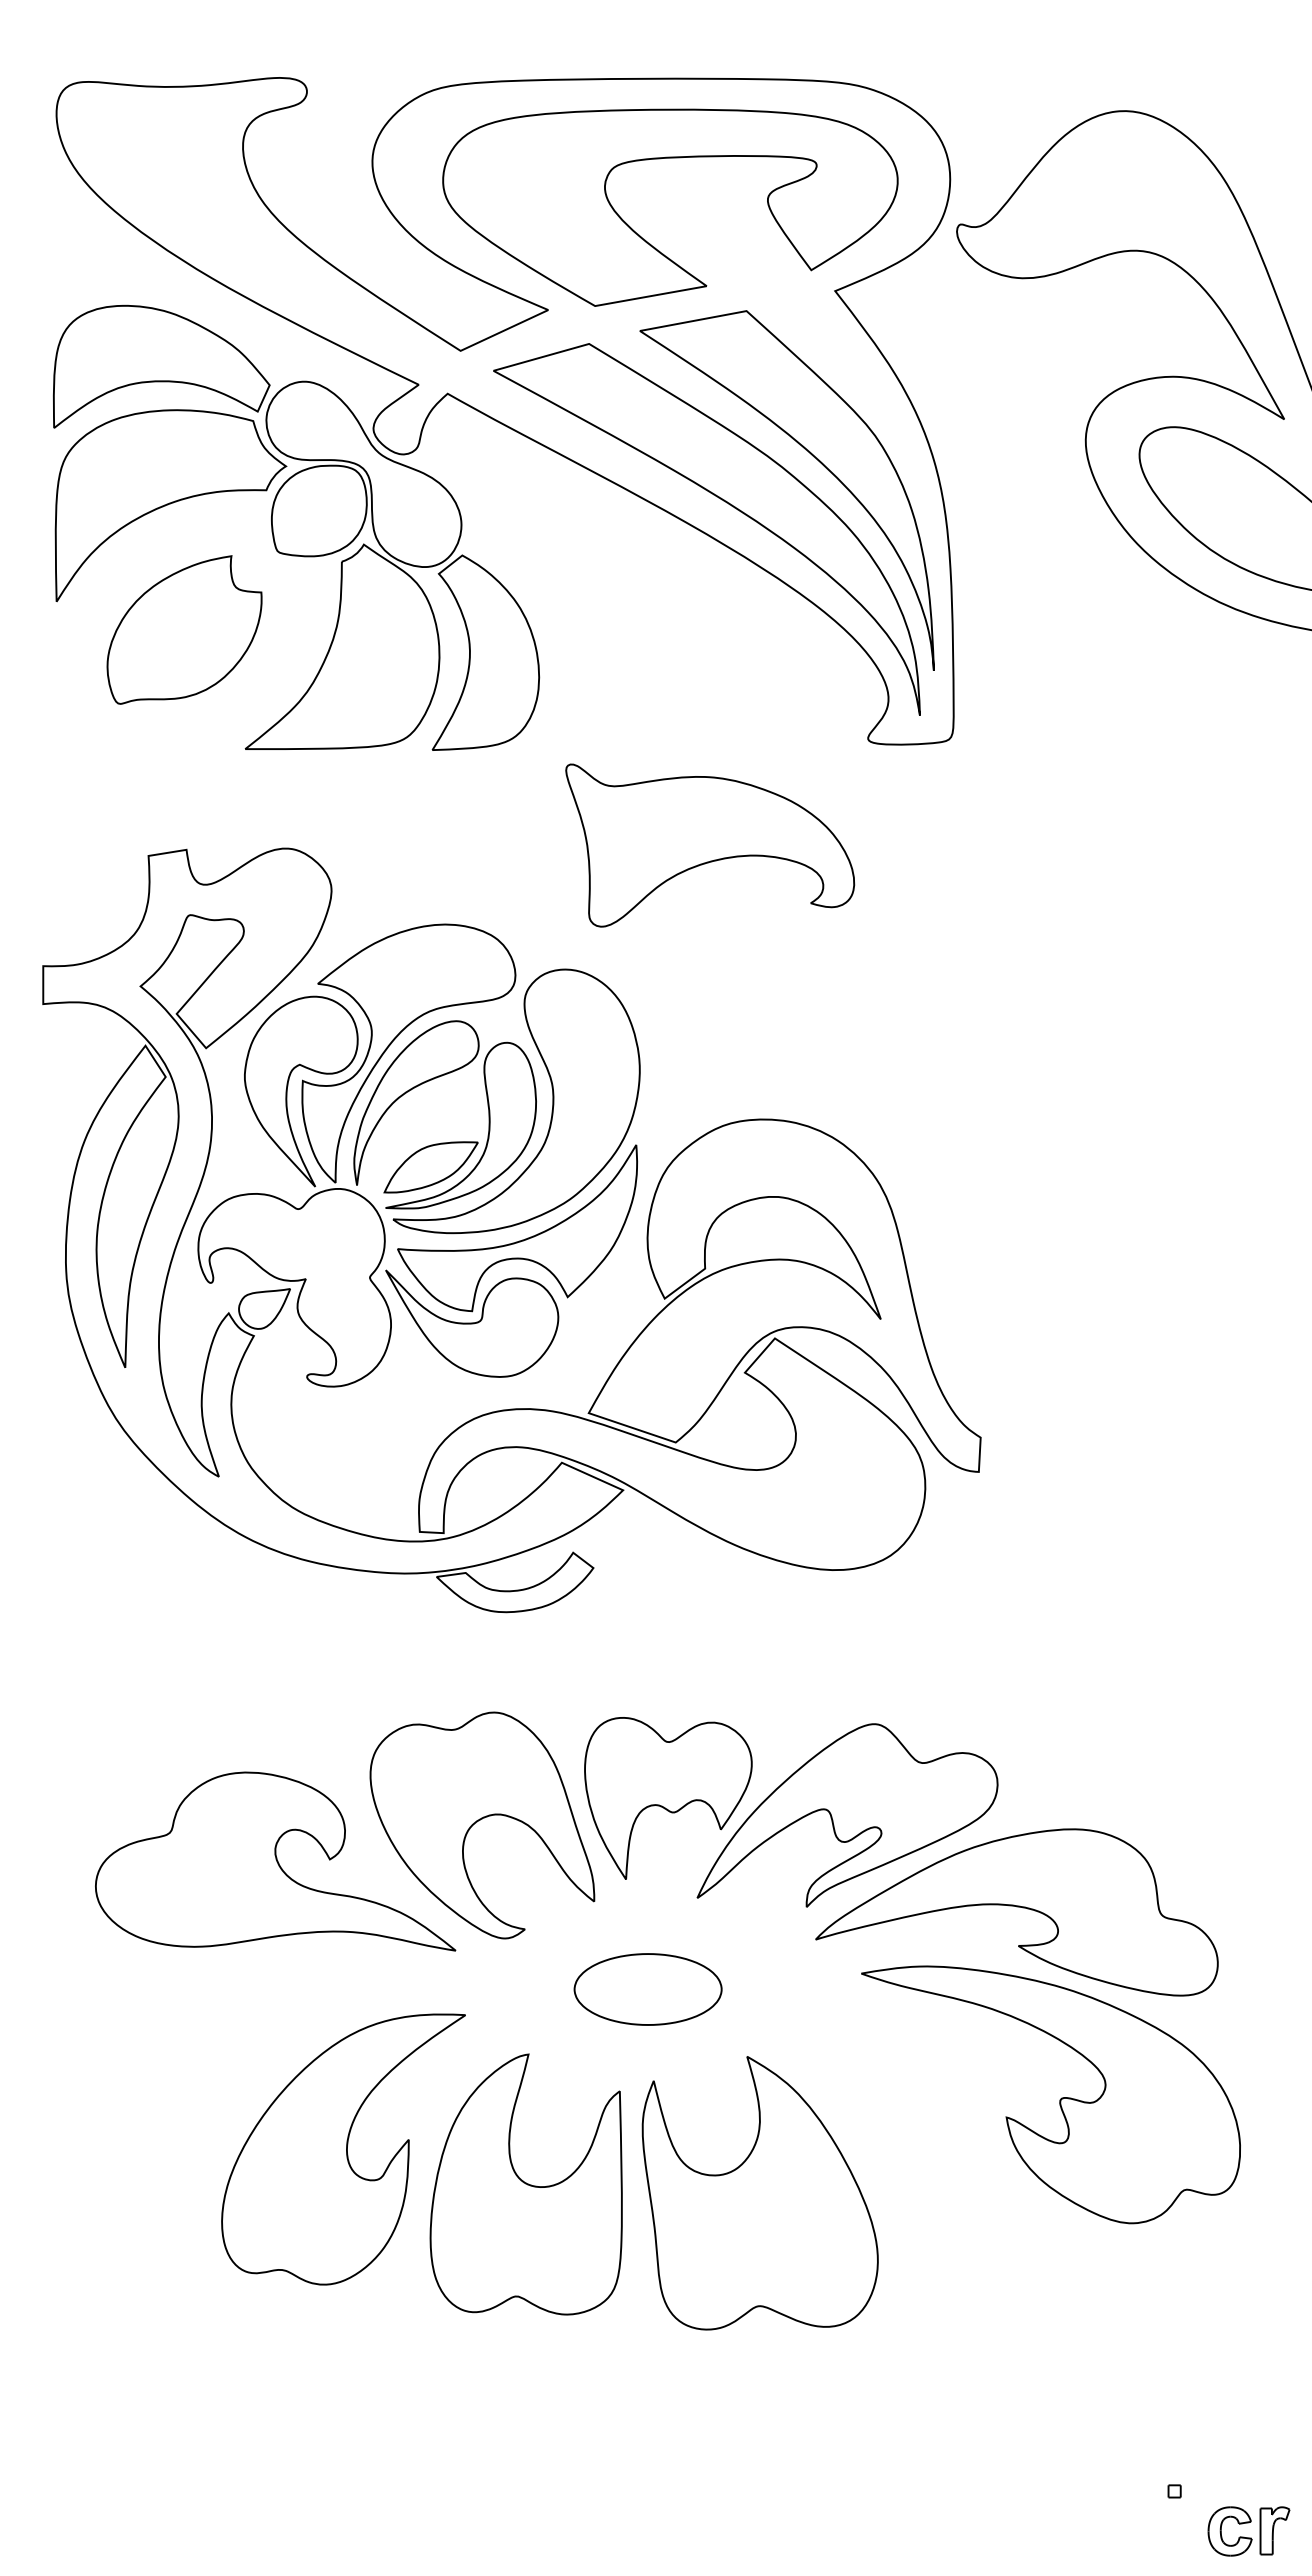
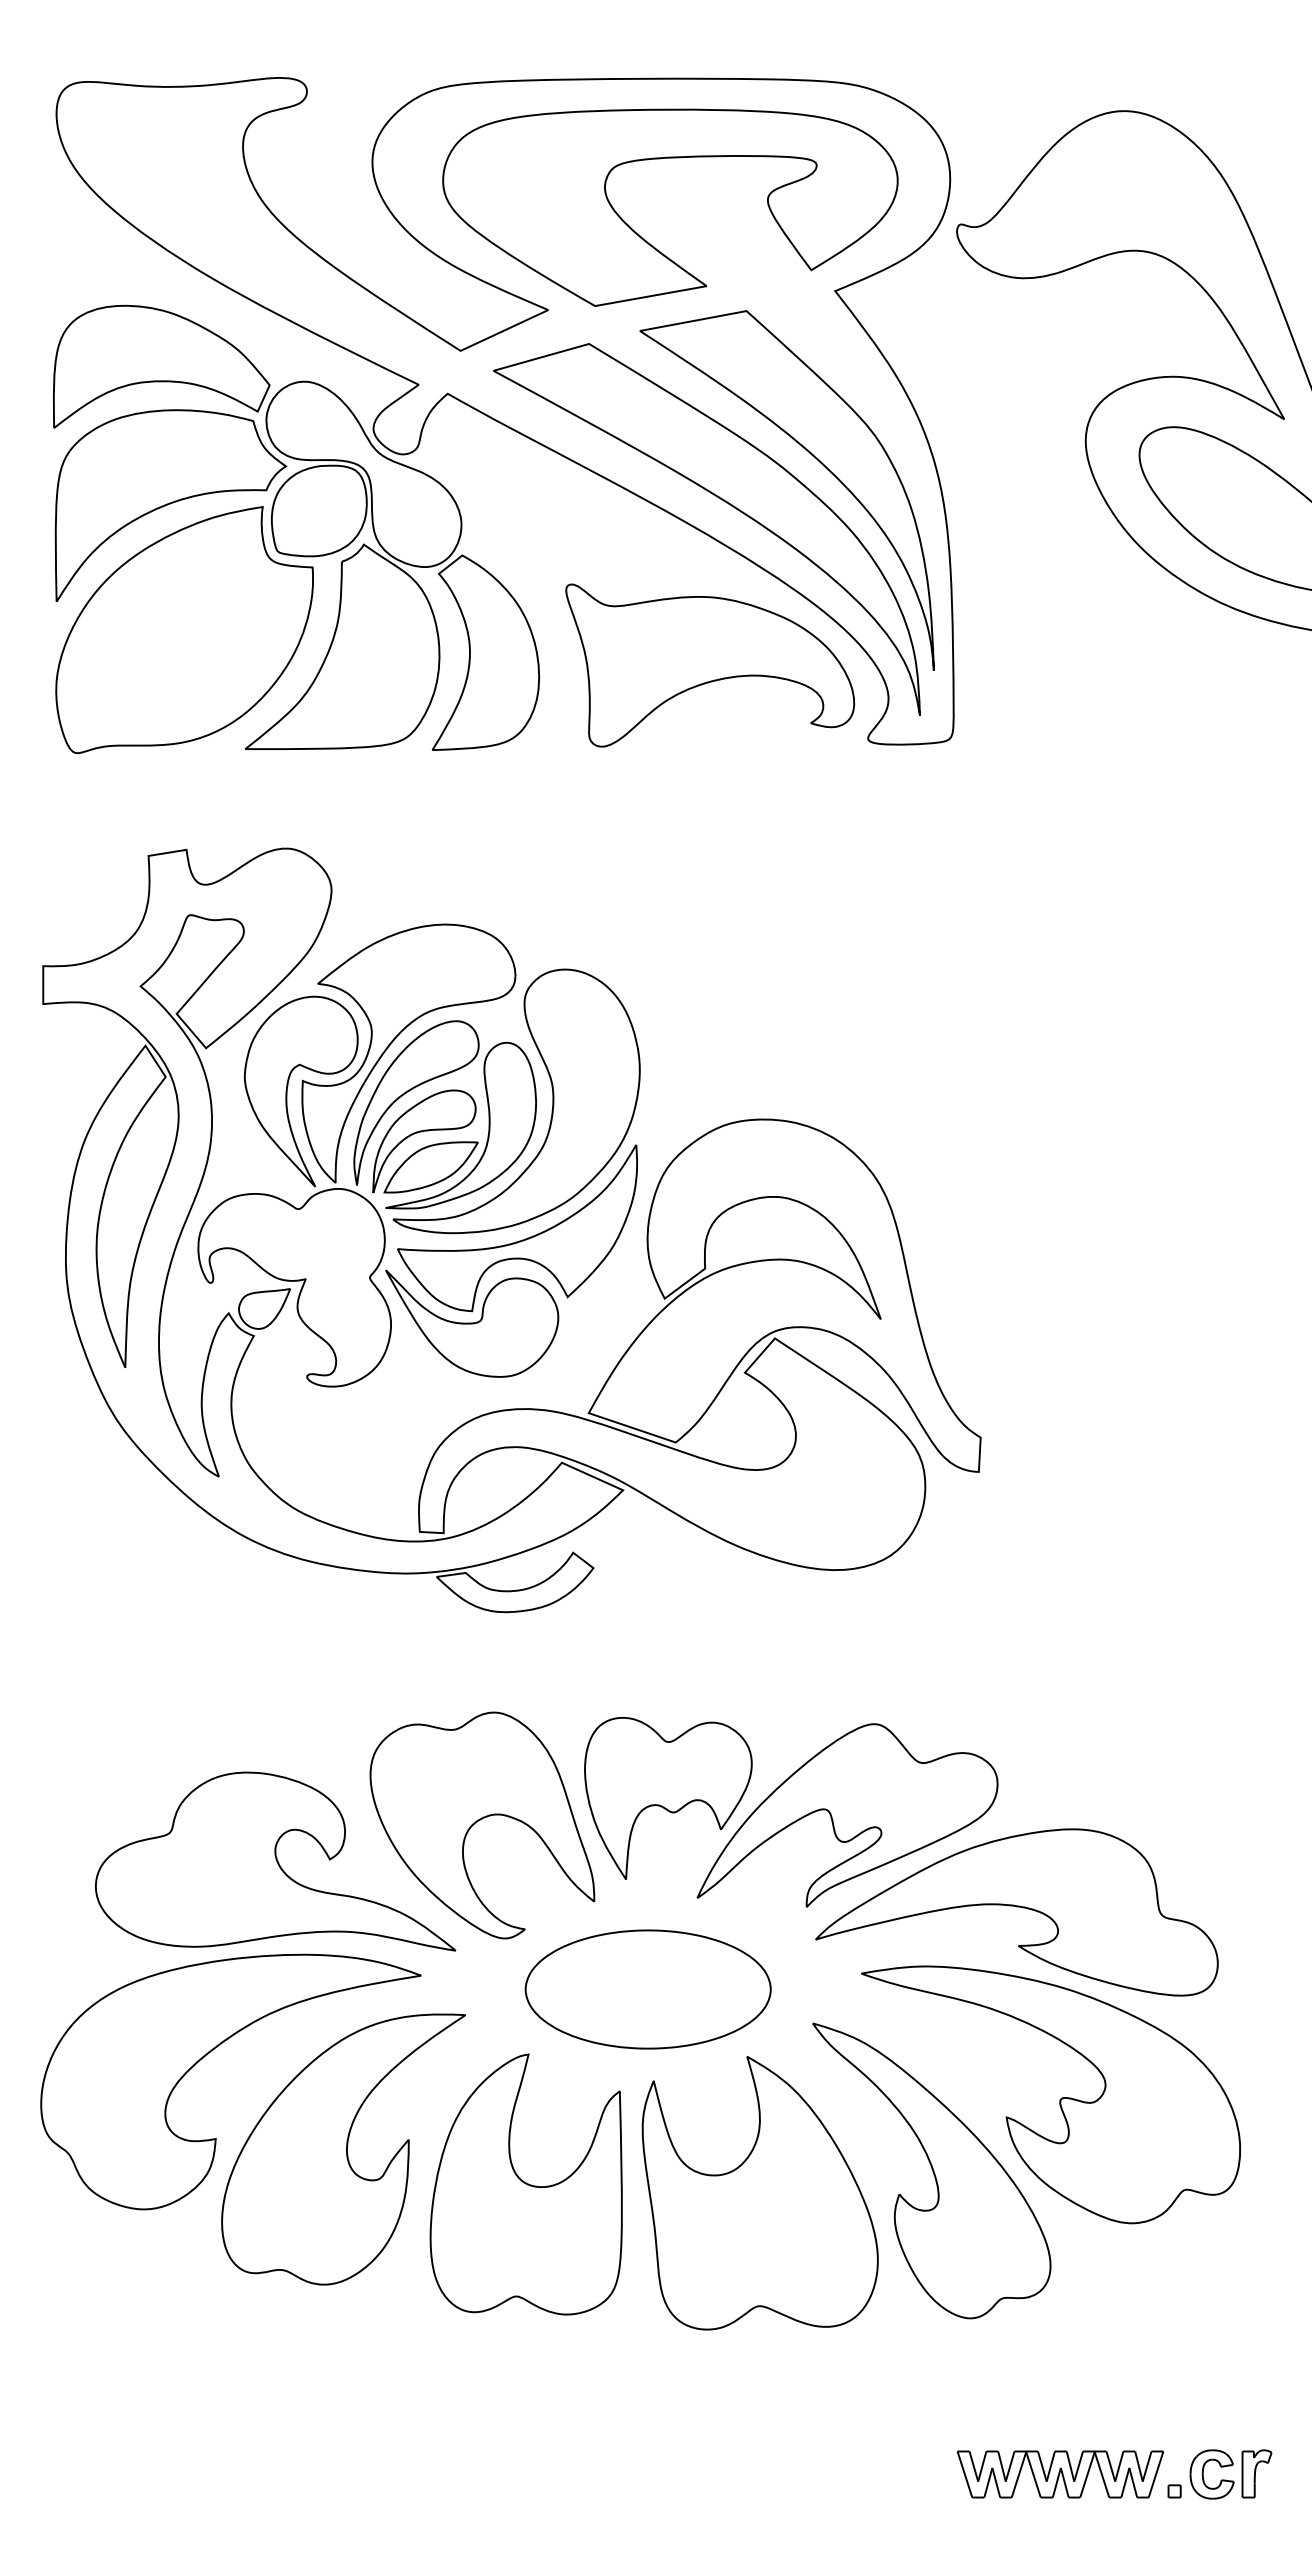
part at (184, 629) size: 157x150 px -> 259x248 px
part at (710, 845) position: (710, 845) -> (710, 665)
part at (421, 1132): none -> present
part at (647, 1989) size: 150x73 px -> 248x121 px
part at (208, 2054): none -> present
part at (931, 2170): none -> present
part at (1060, 2474): none -> present
part at (1248, 2531) position: (1248, 2531) -> (1230, 2474)
